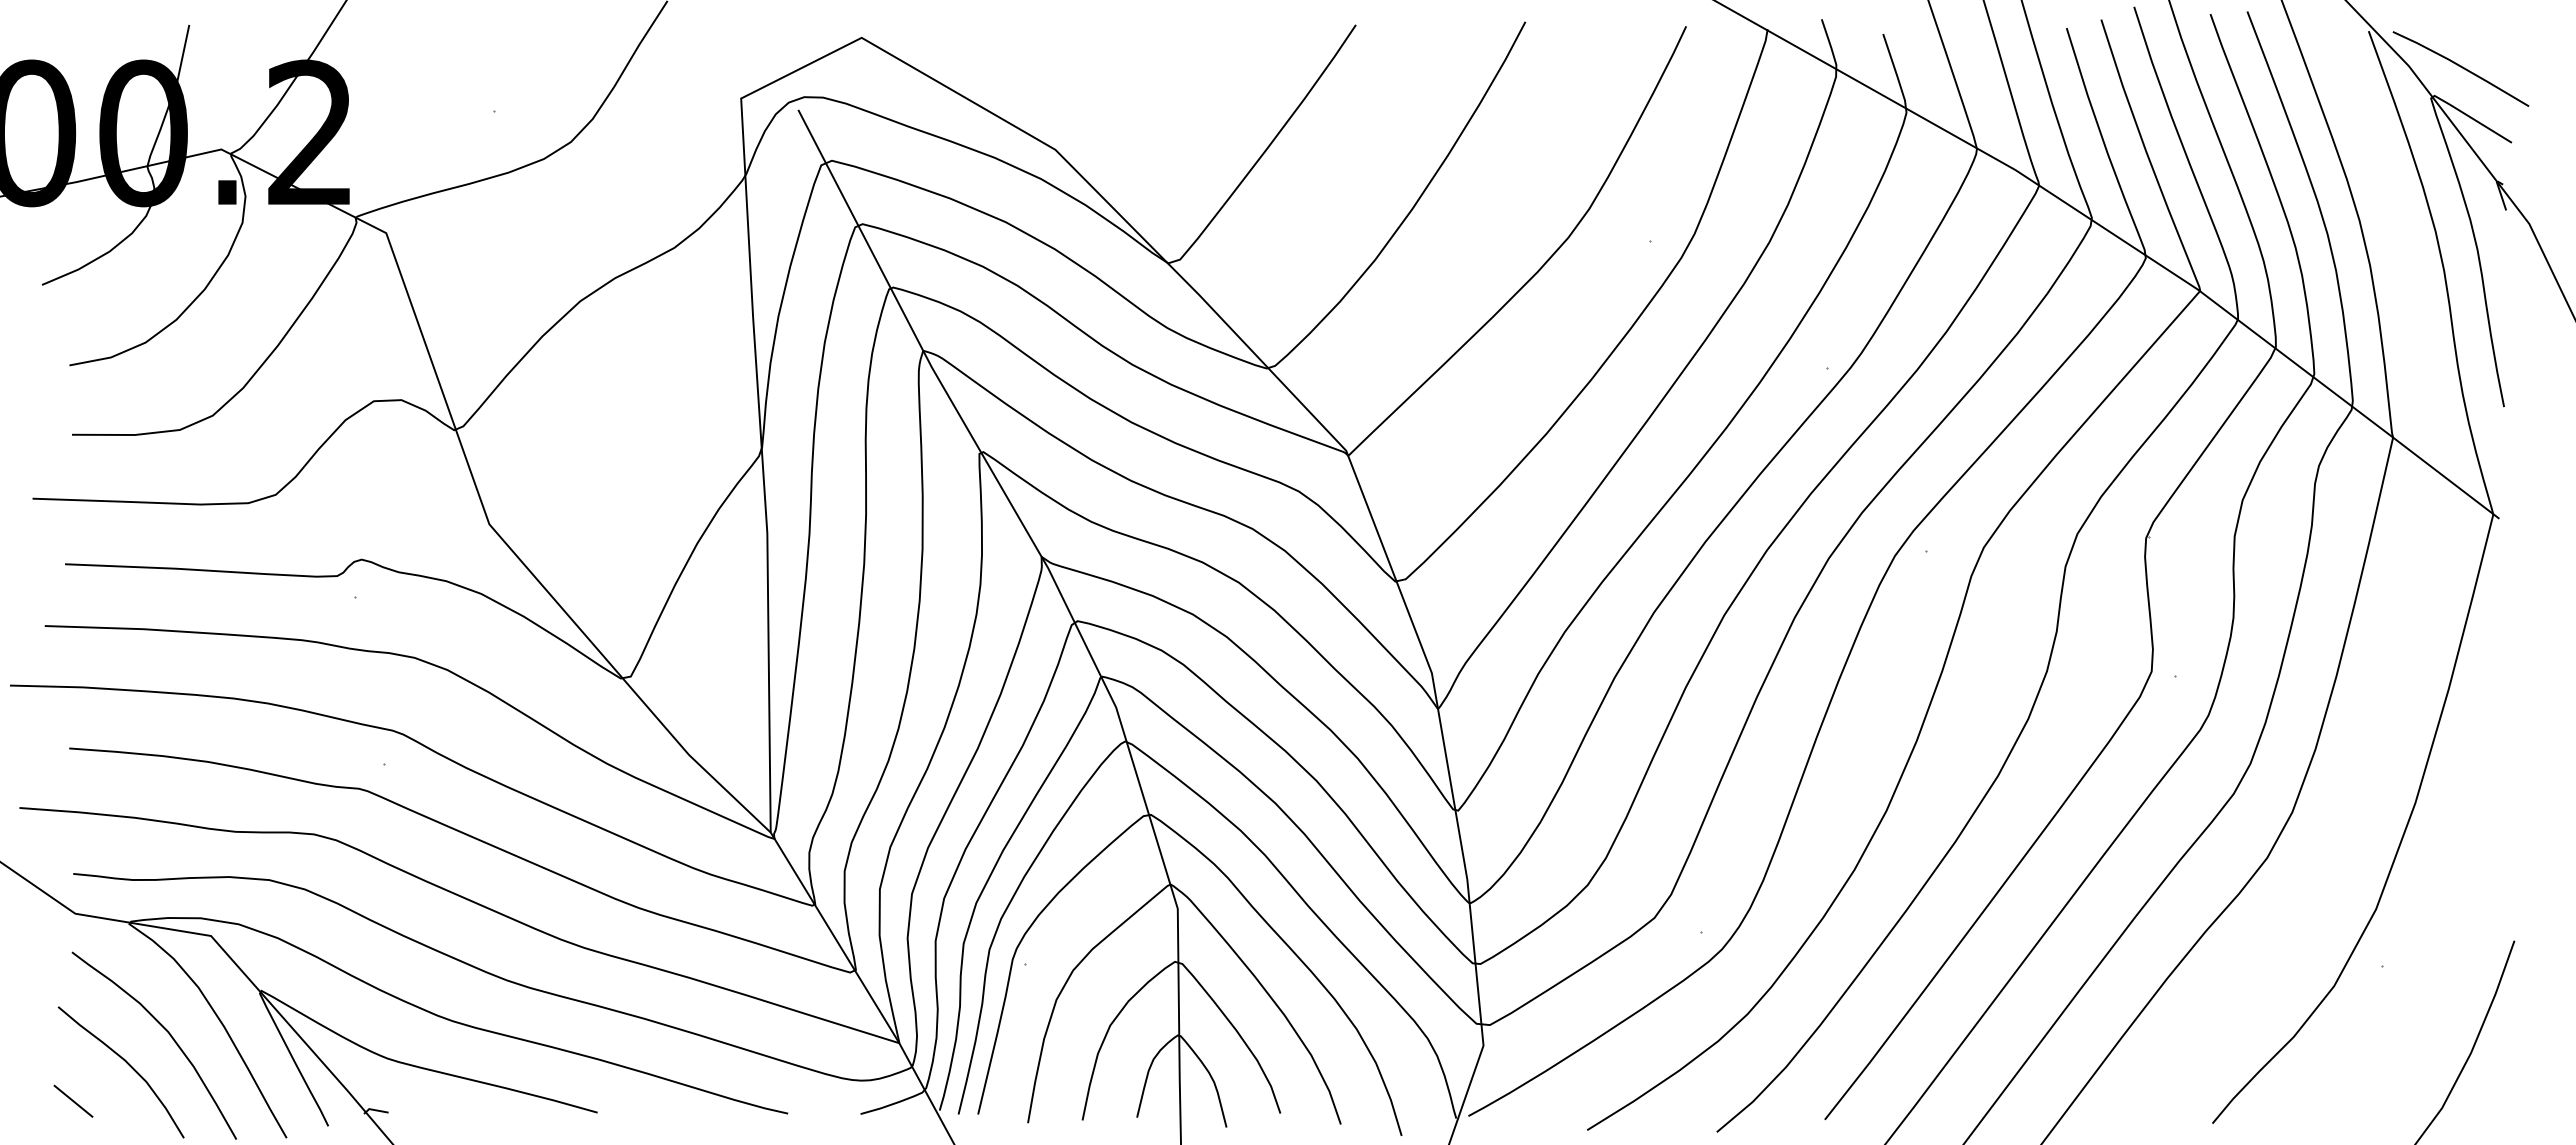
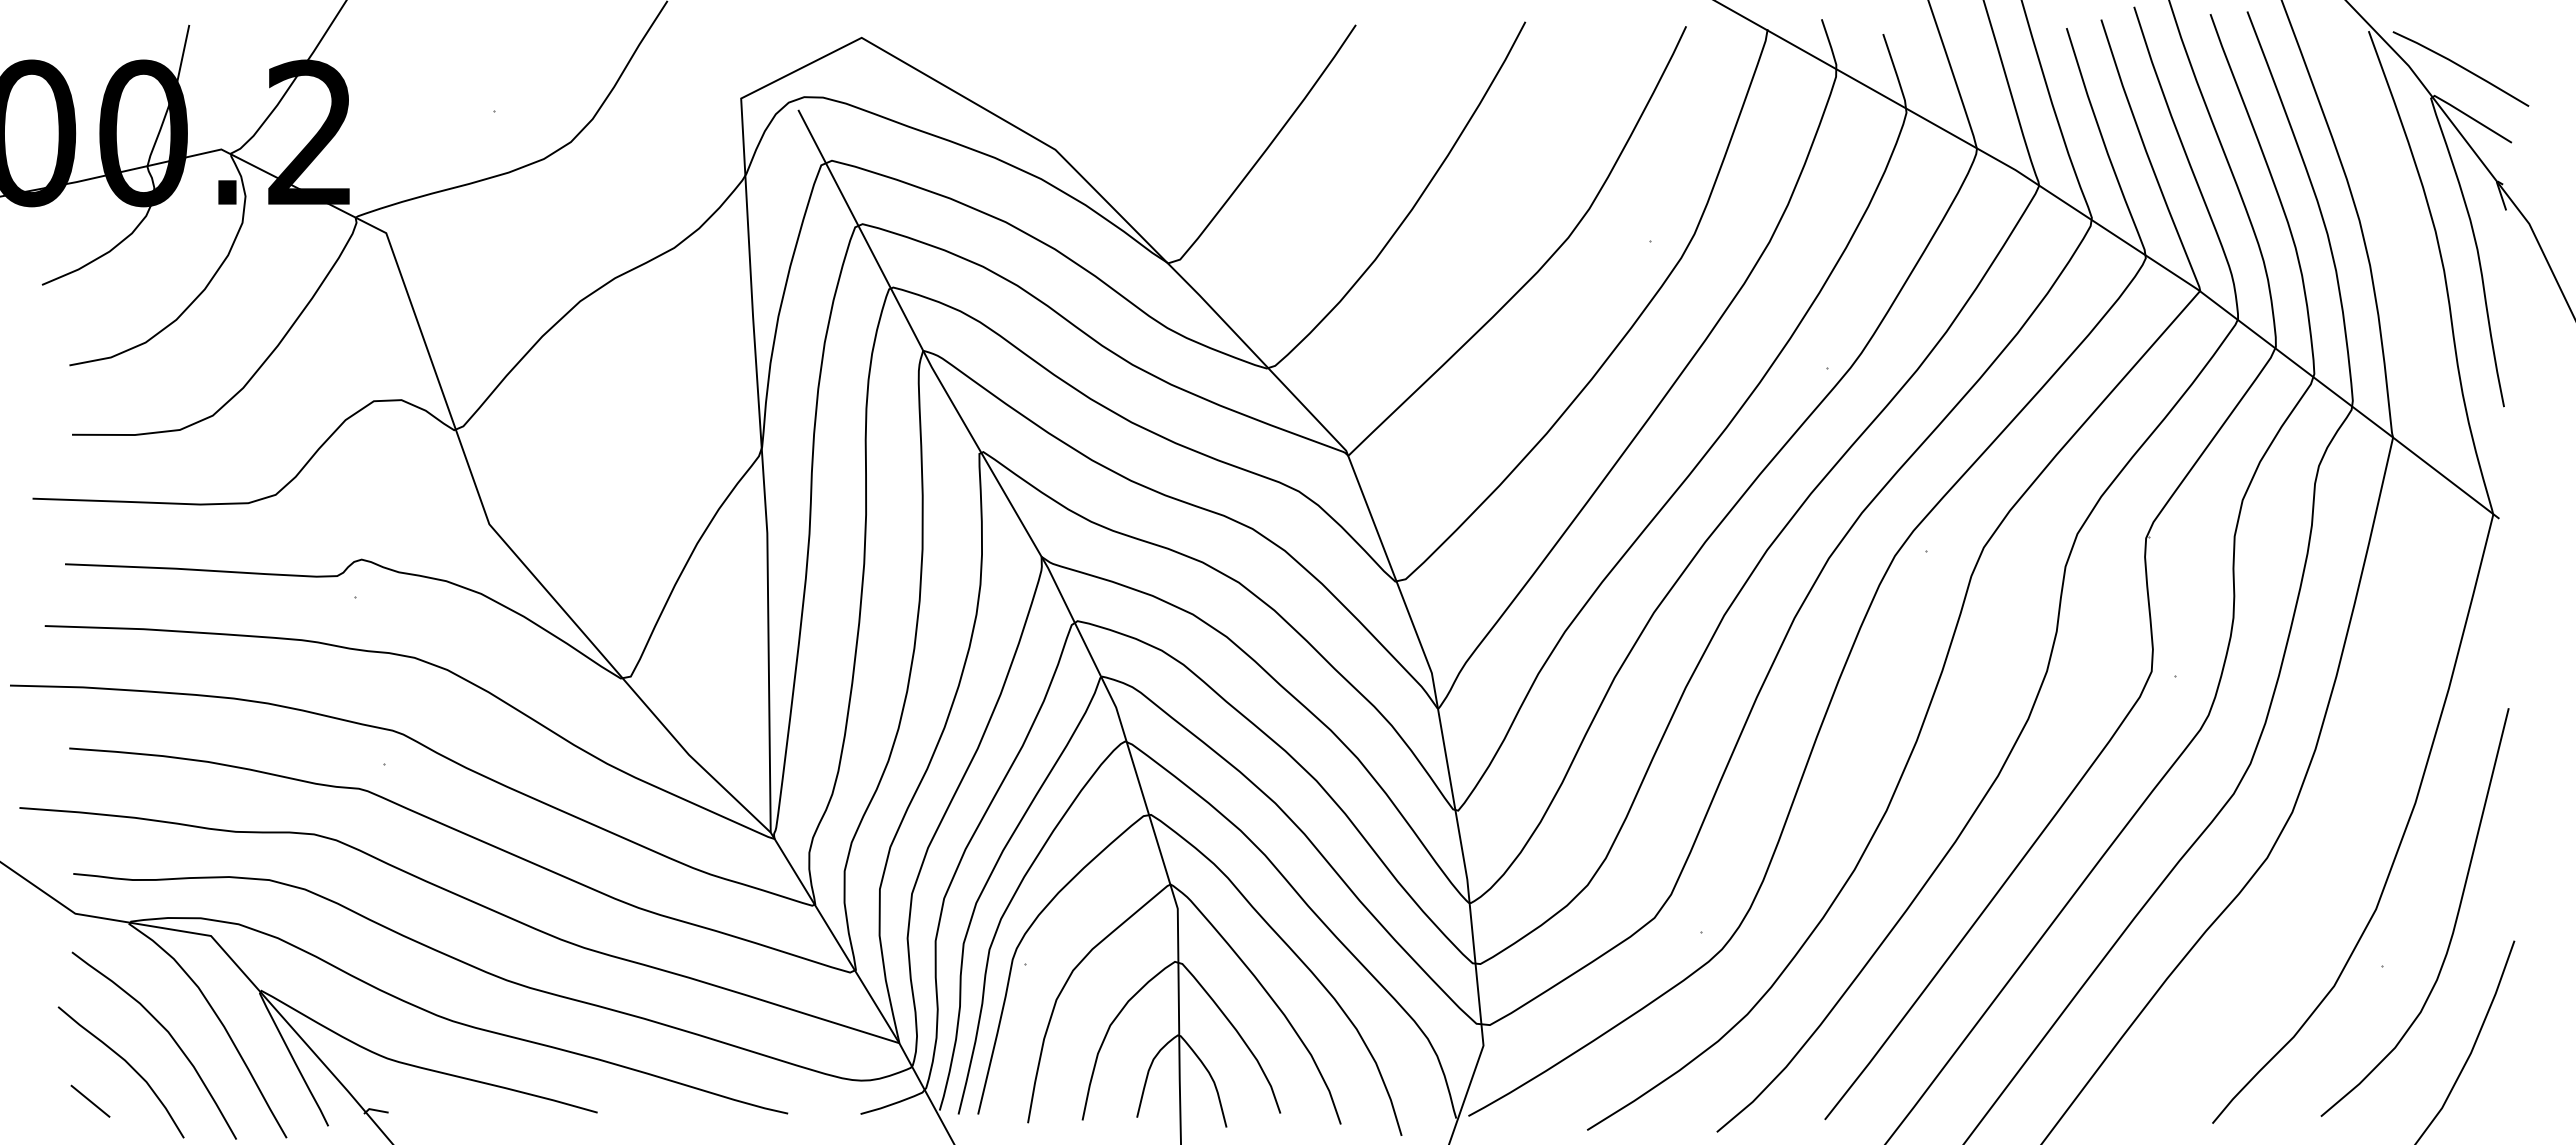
curve at (2454, 922): none -> present
line at (73, 1100) position: (73, 1100) -> (90, 1100)
